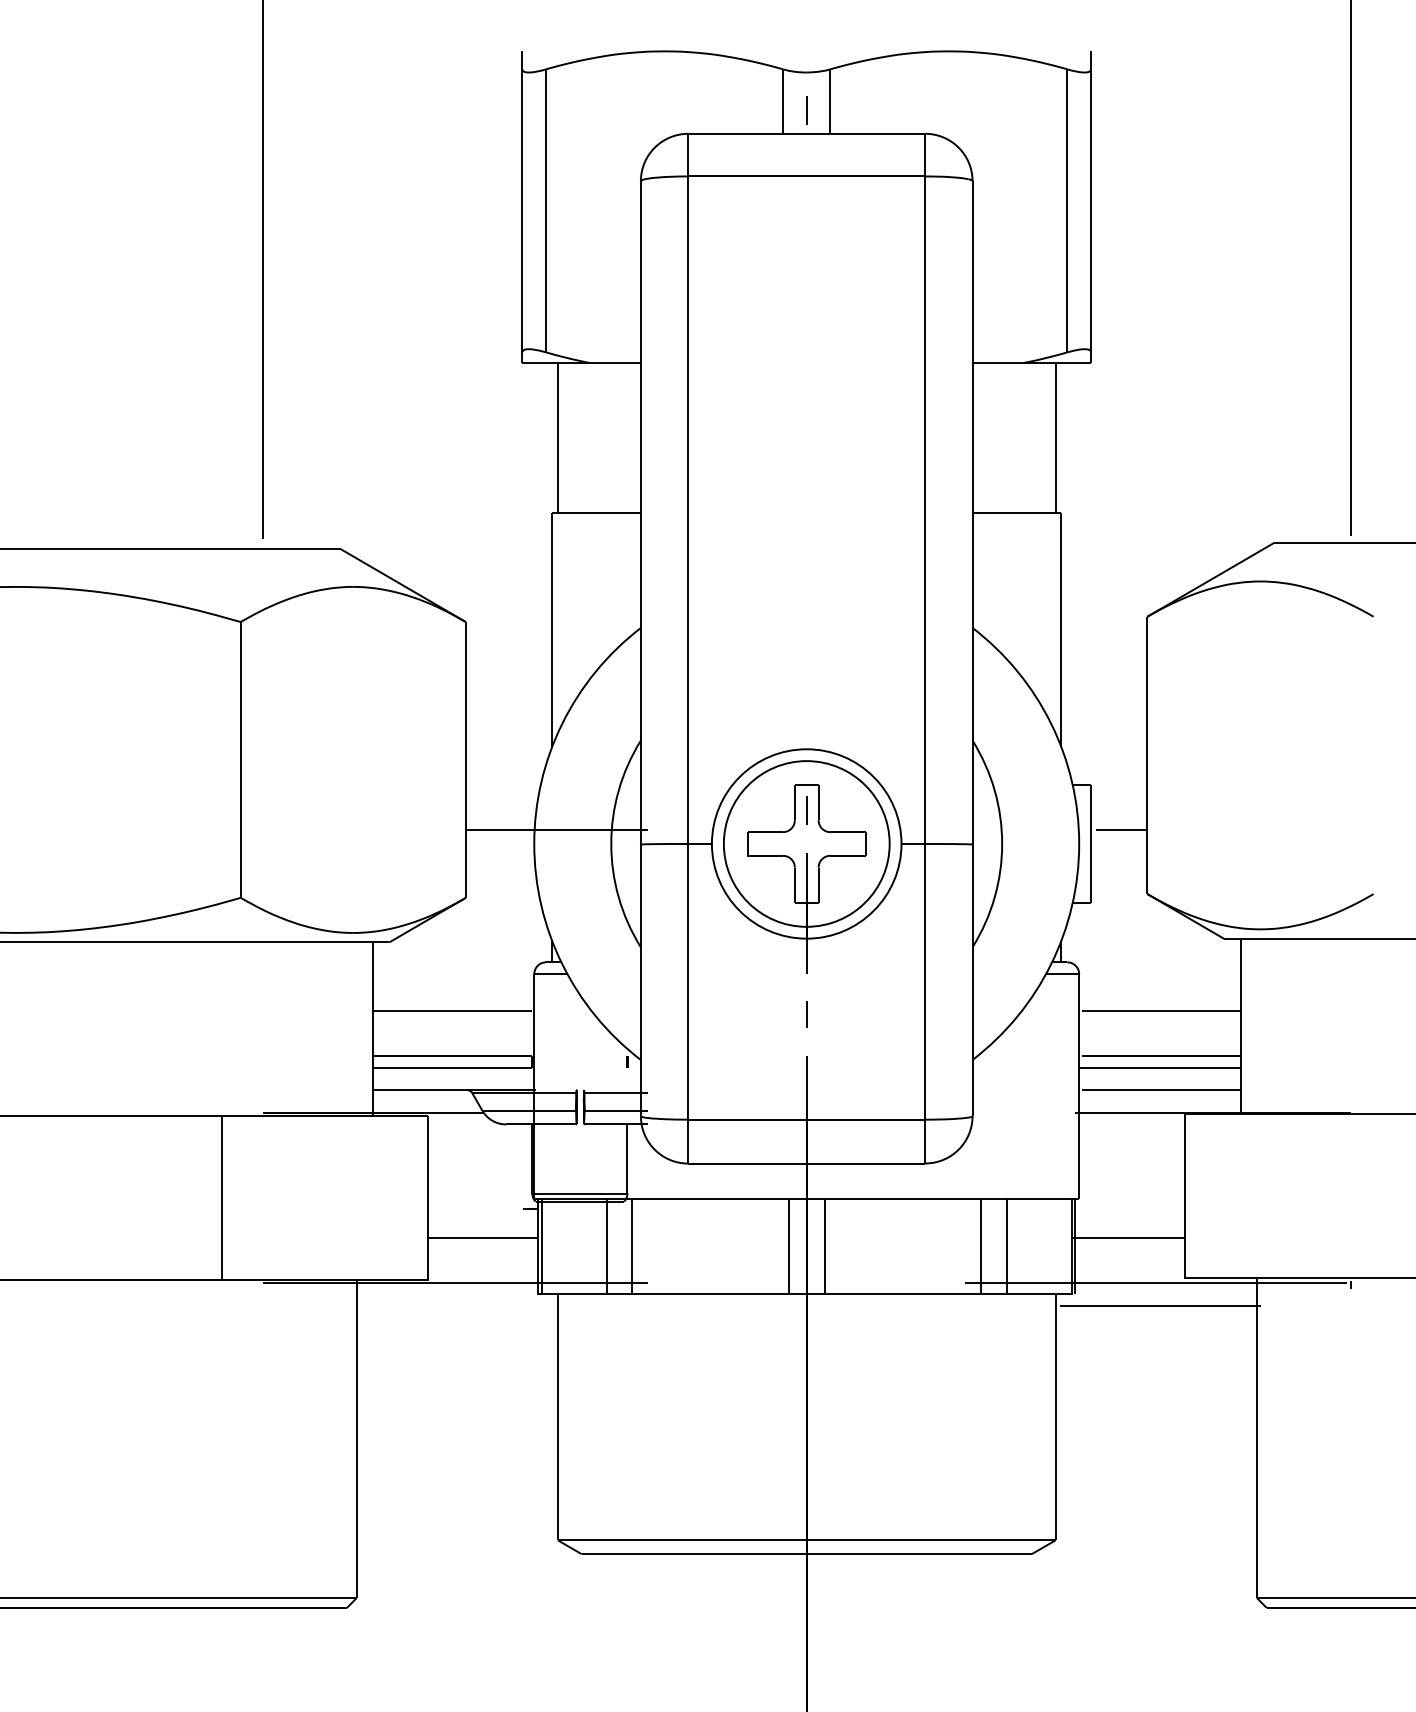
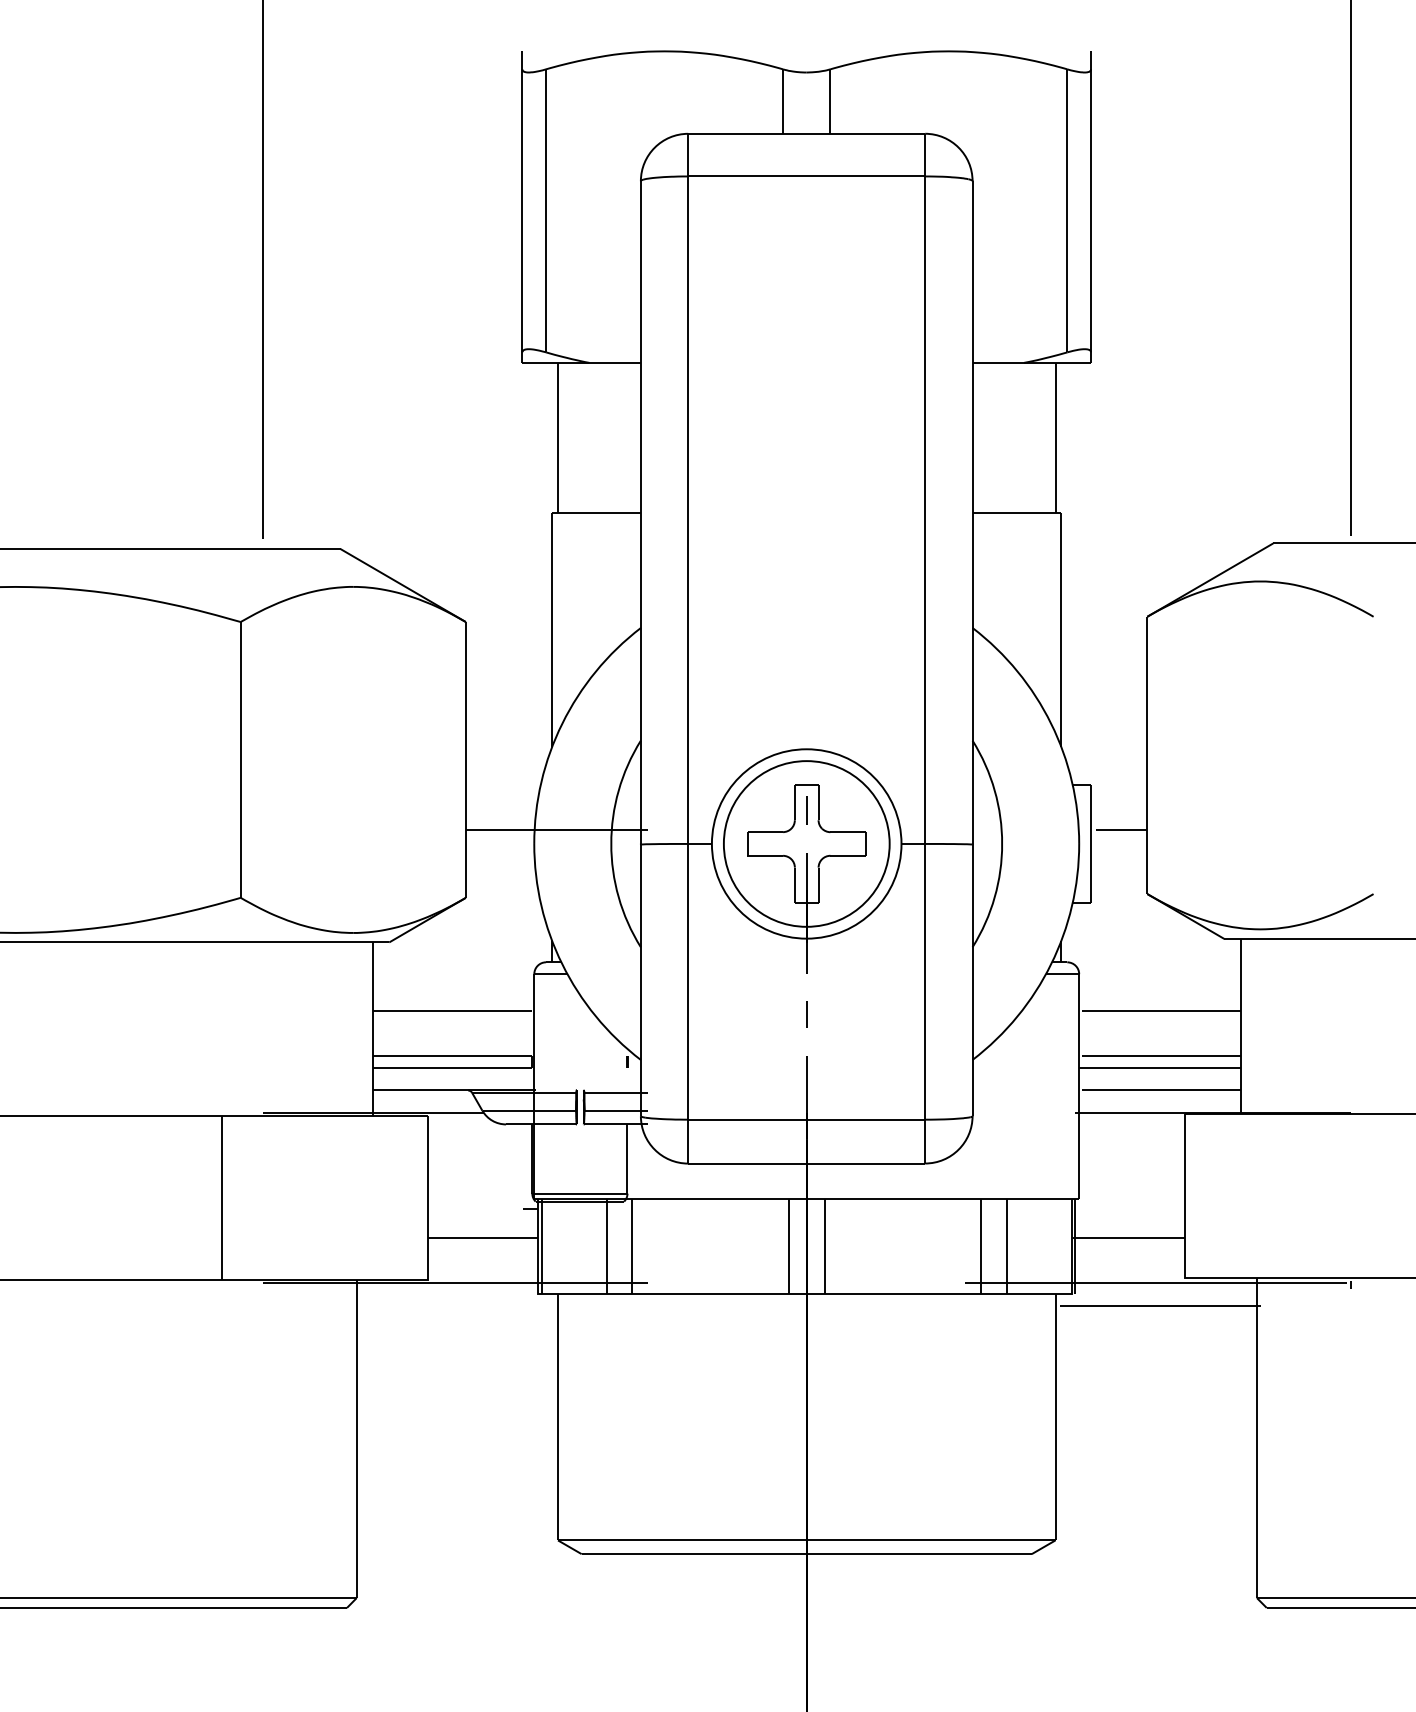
line at (806, 110): present -> none
